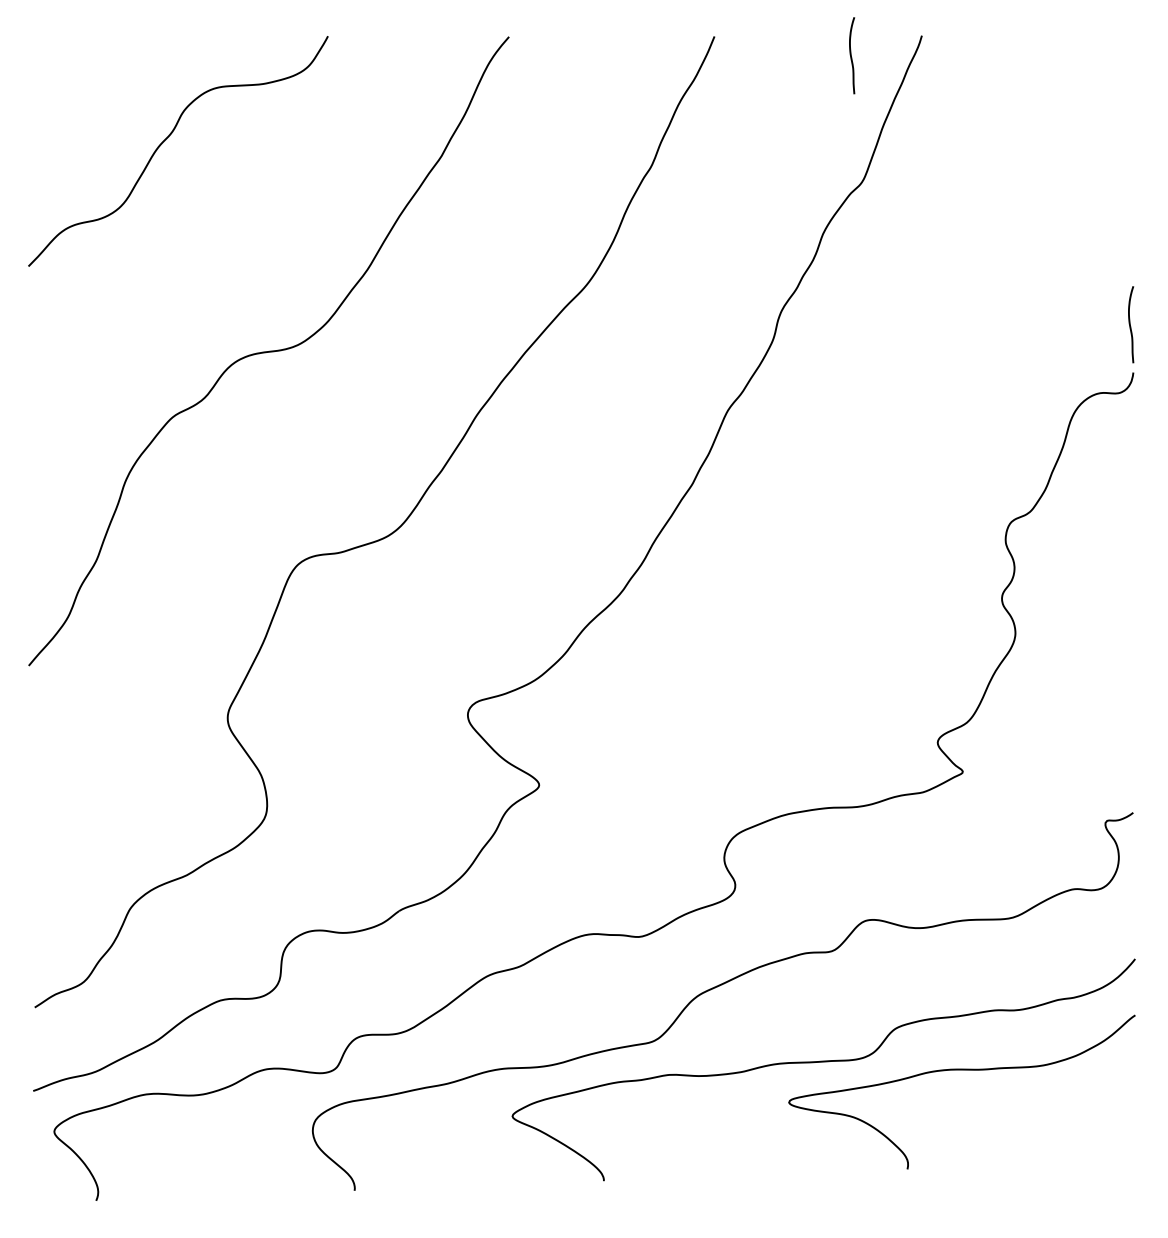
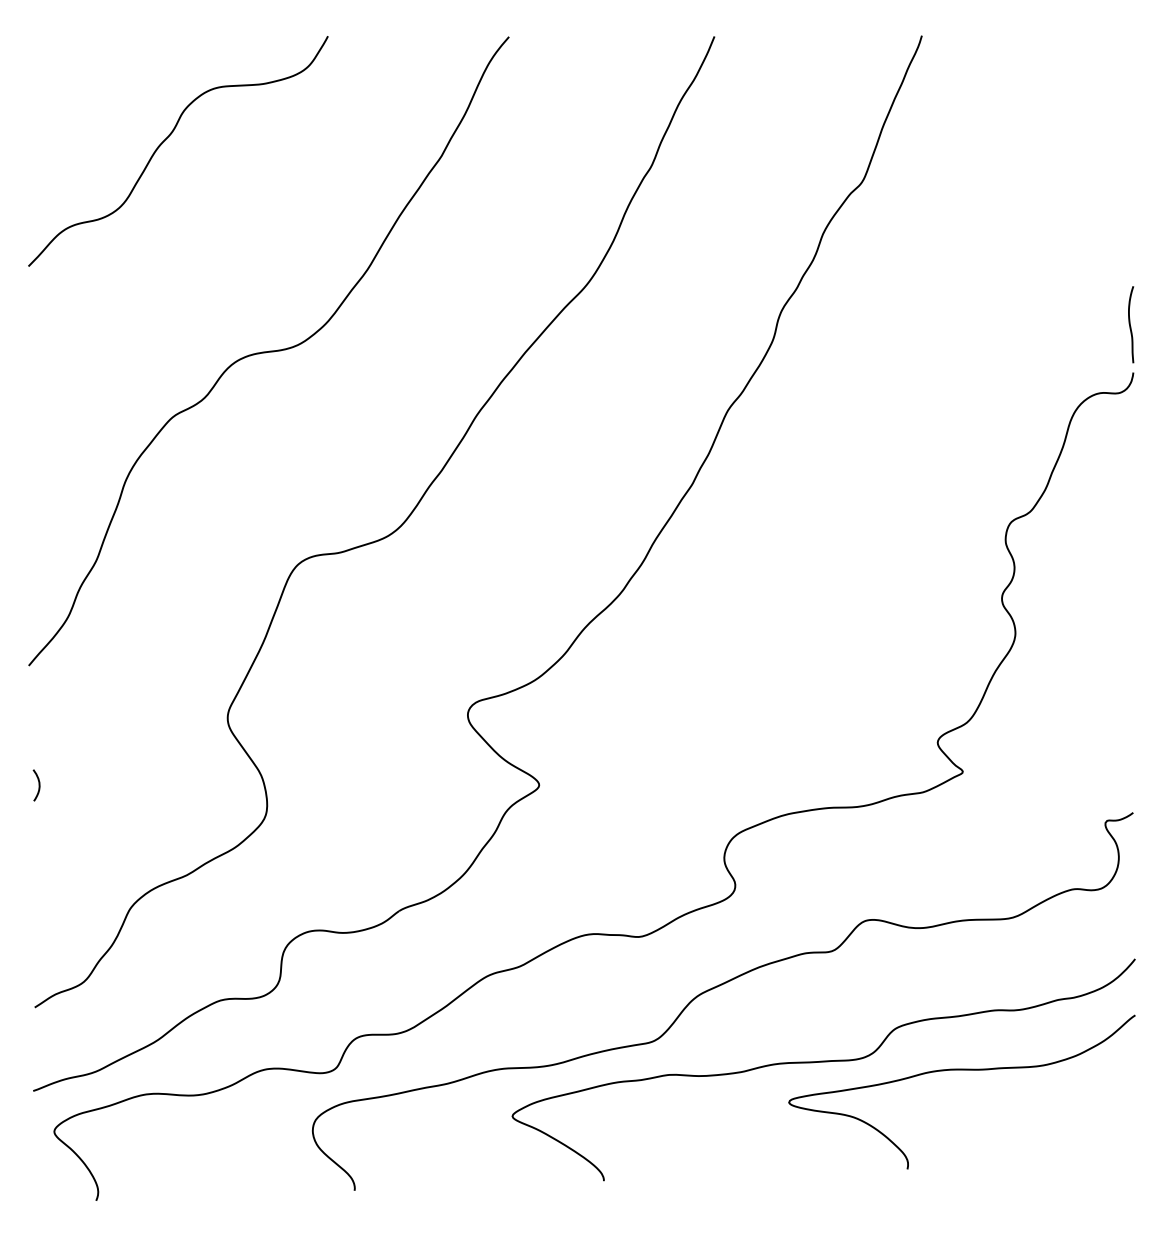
curve at (851, 55): present -> none
curve at (38, 785): none -> present
